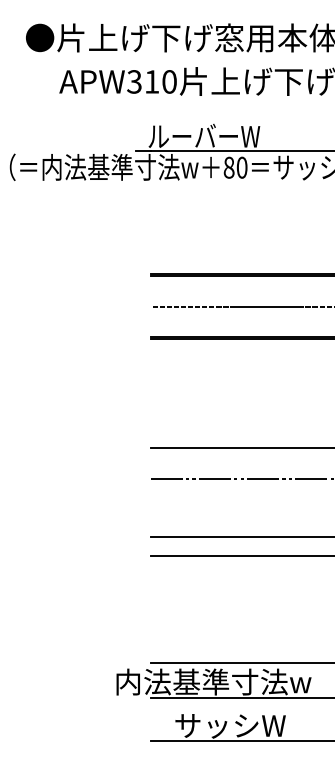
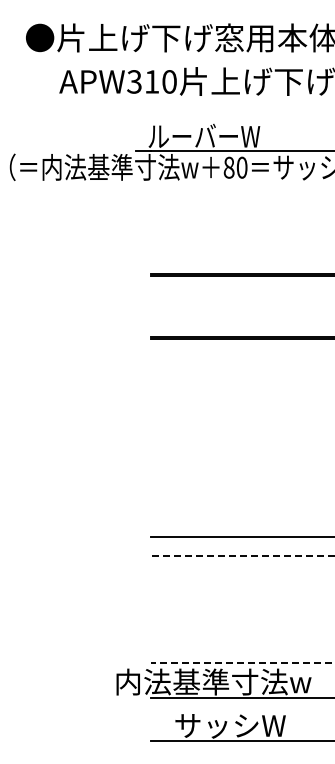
line at (240, 306): present -> none
line at (240, 447): present -> none
line at (240, 478): present -> none
line at (242, 555): solid -> dashed
line at (242, 662): solid -> dashed
